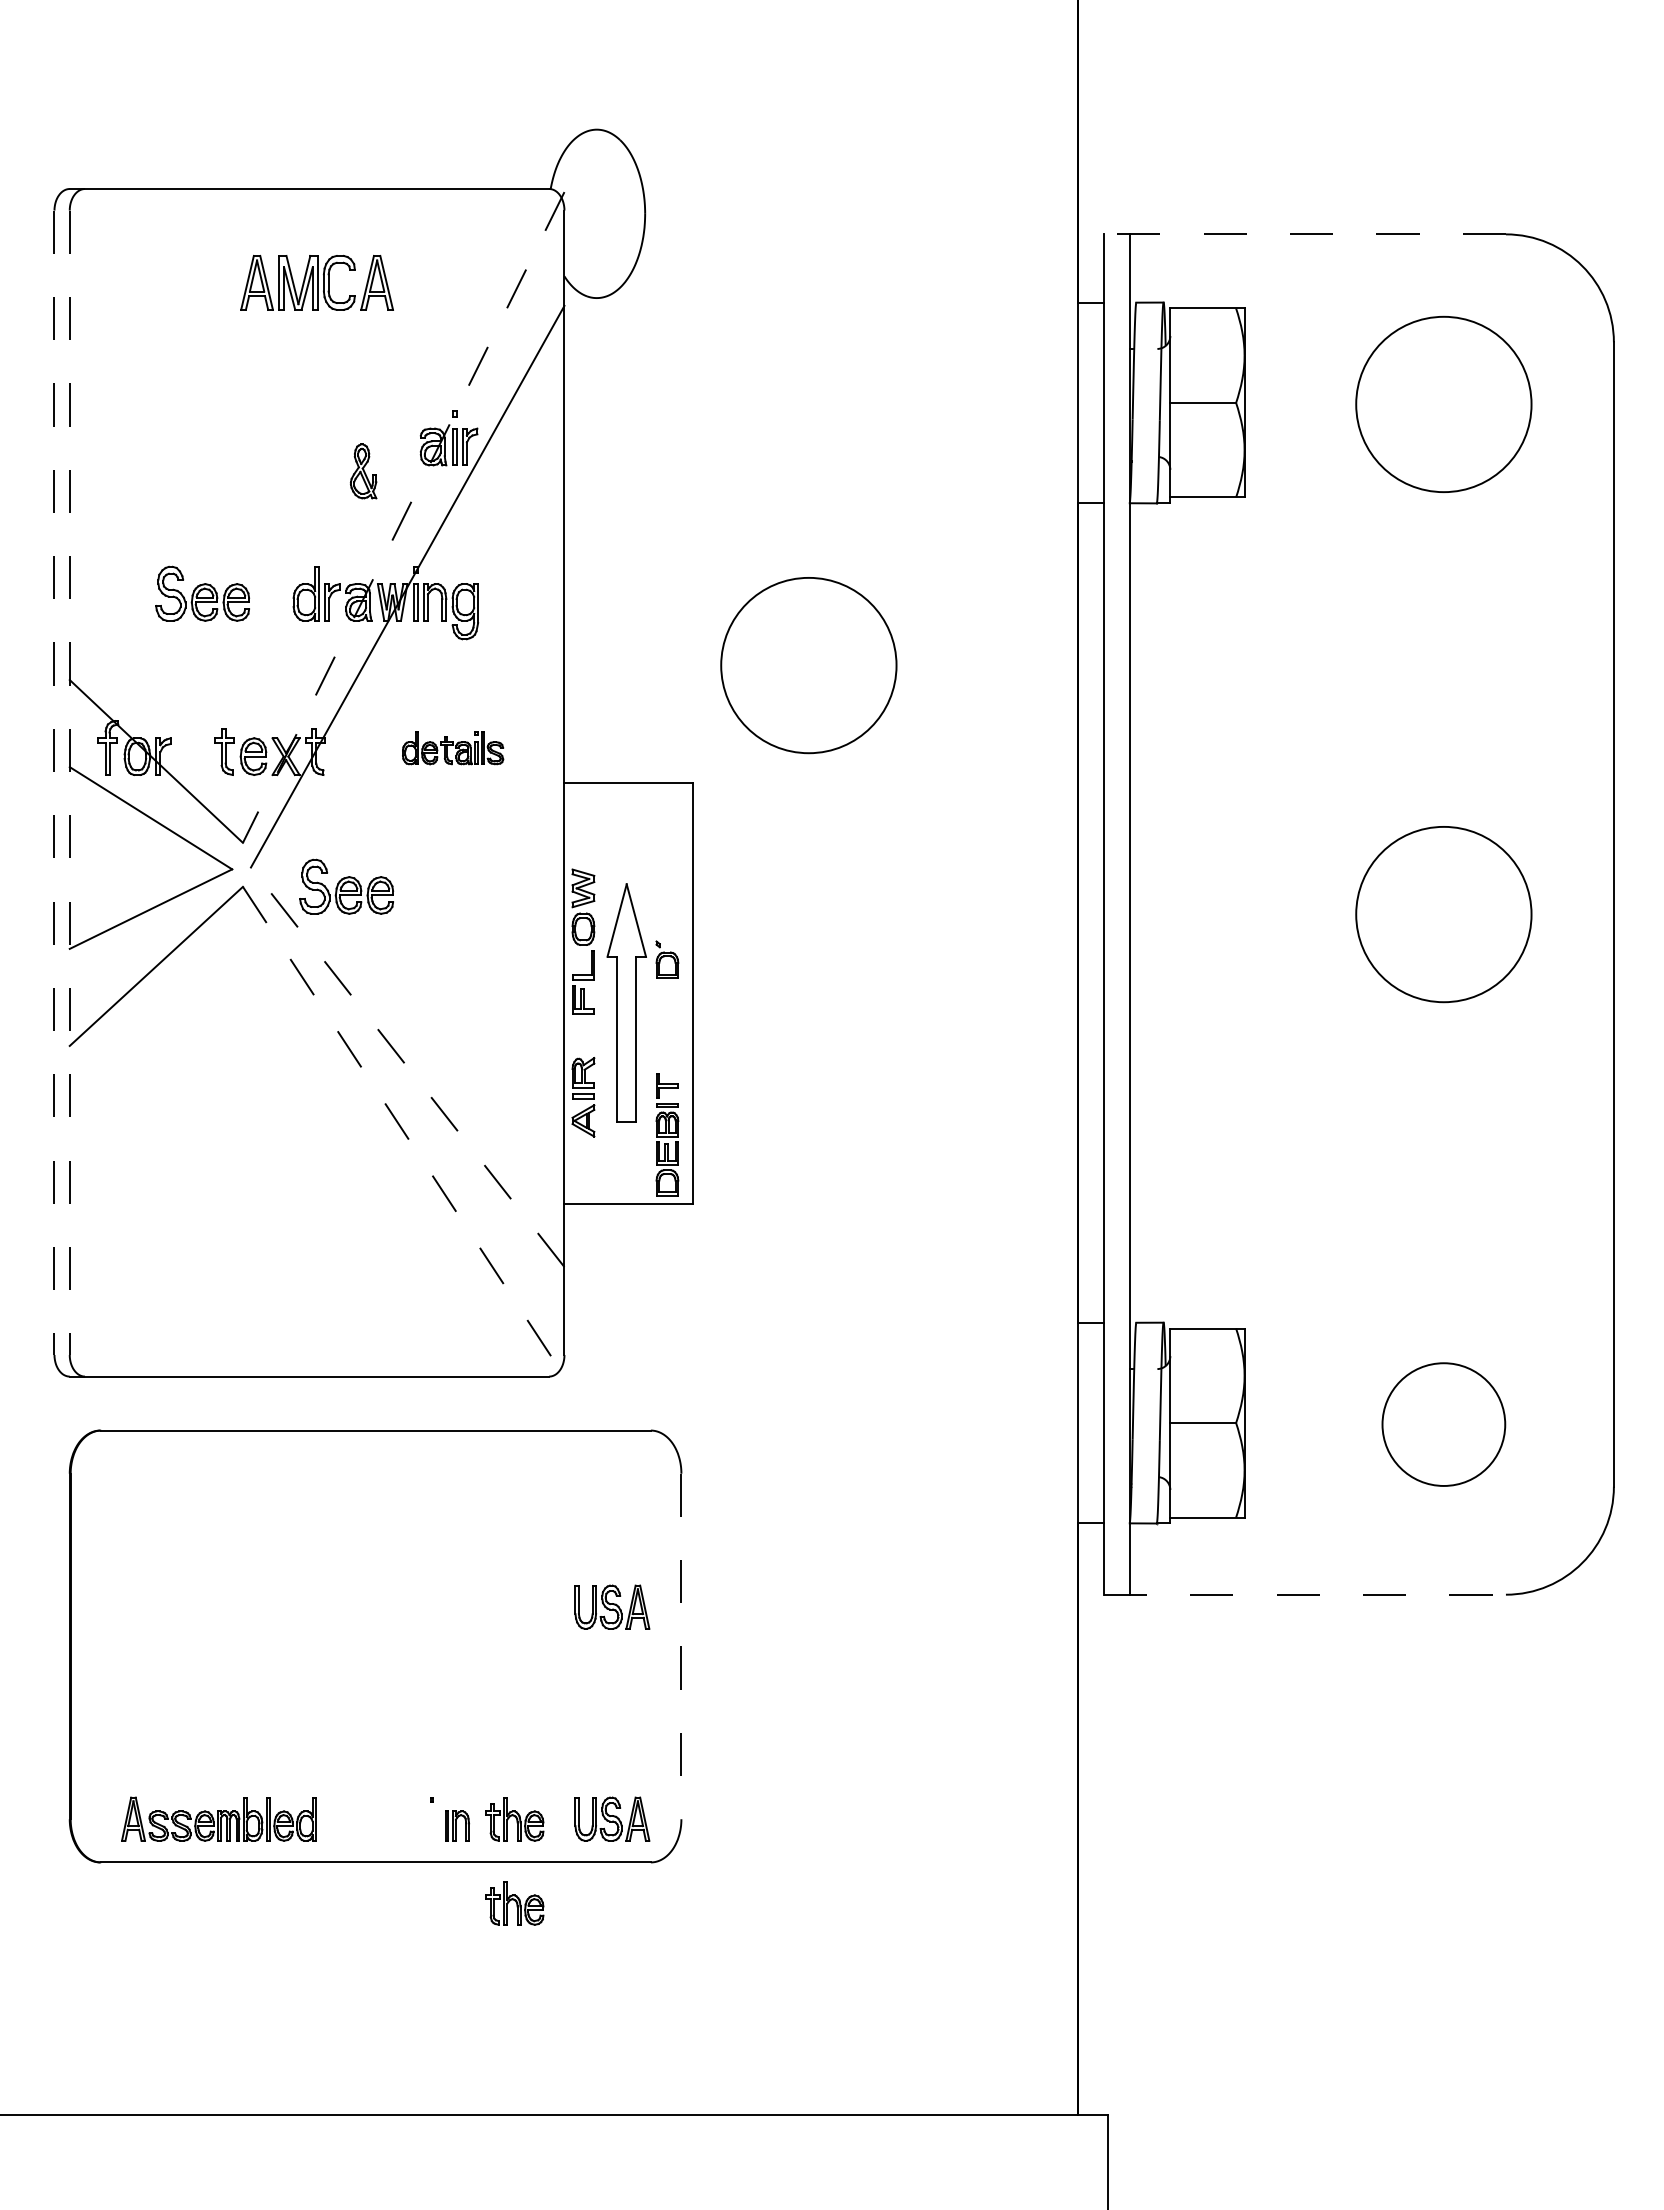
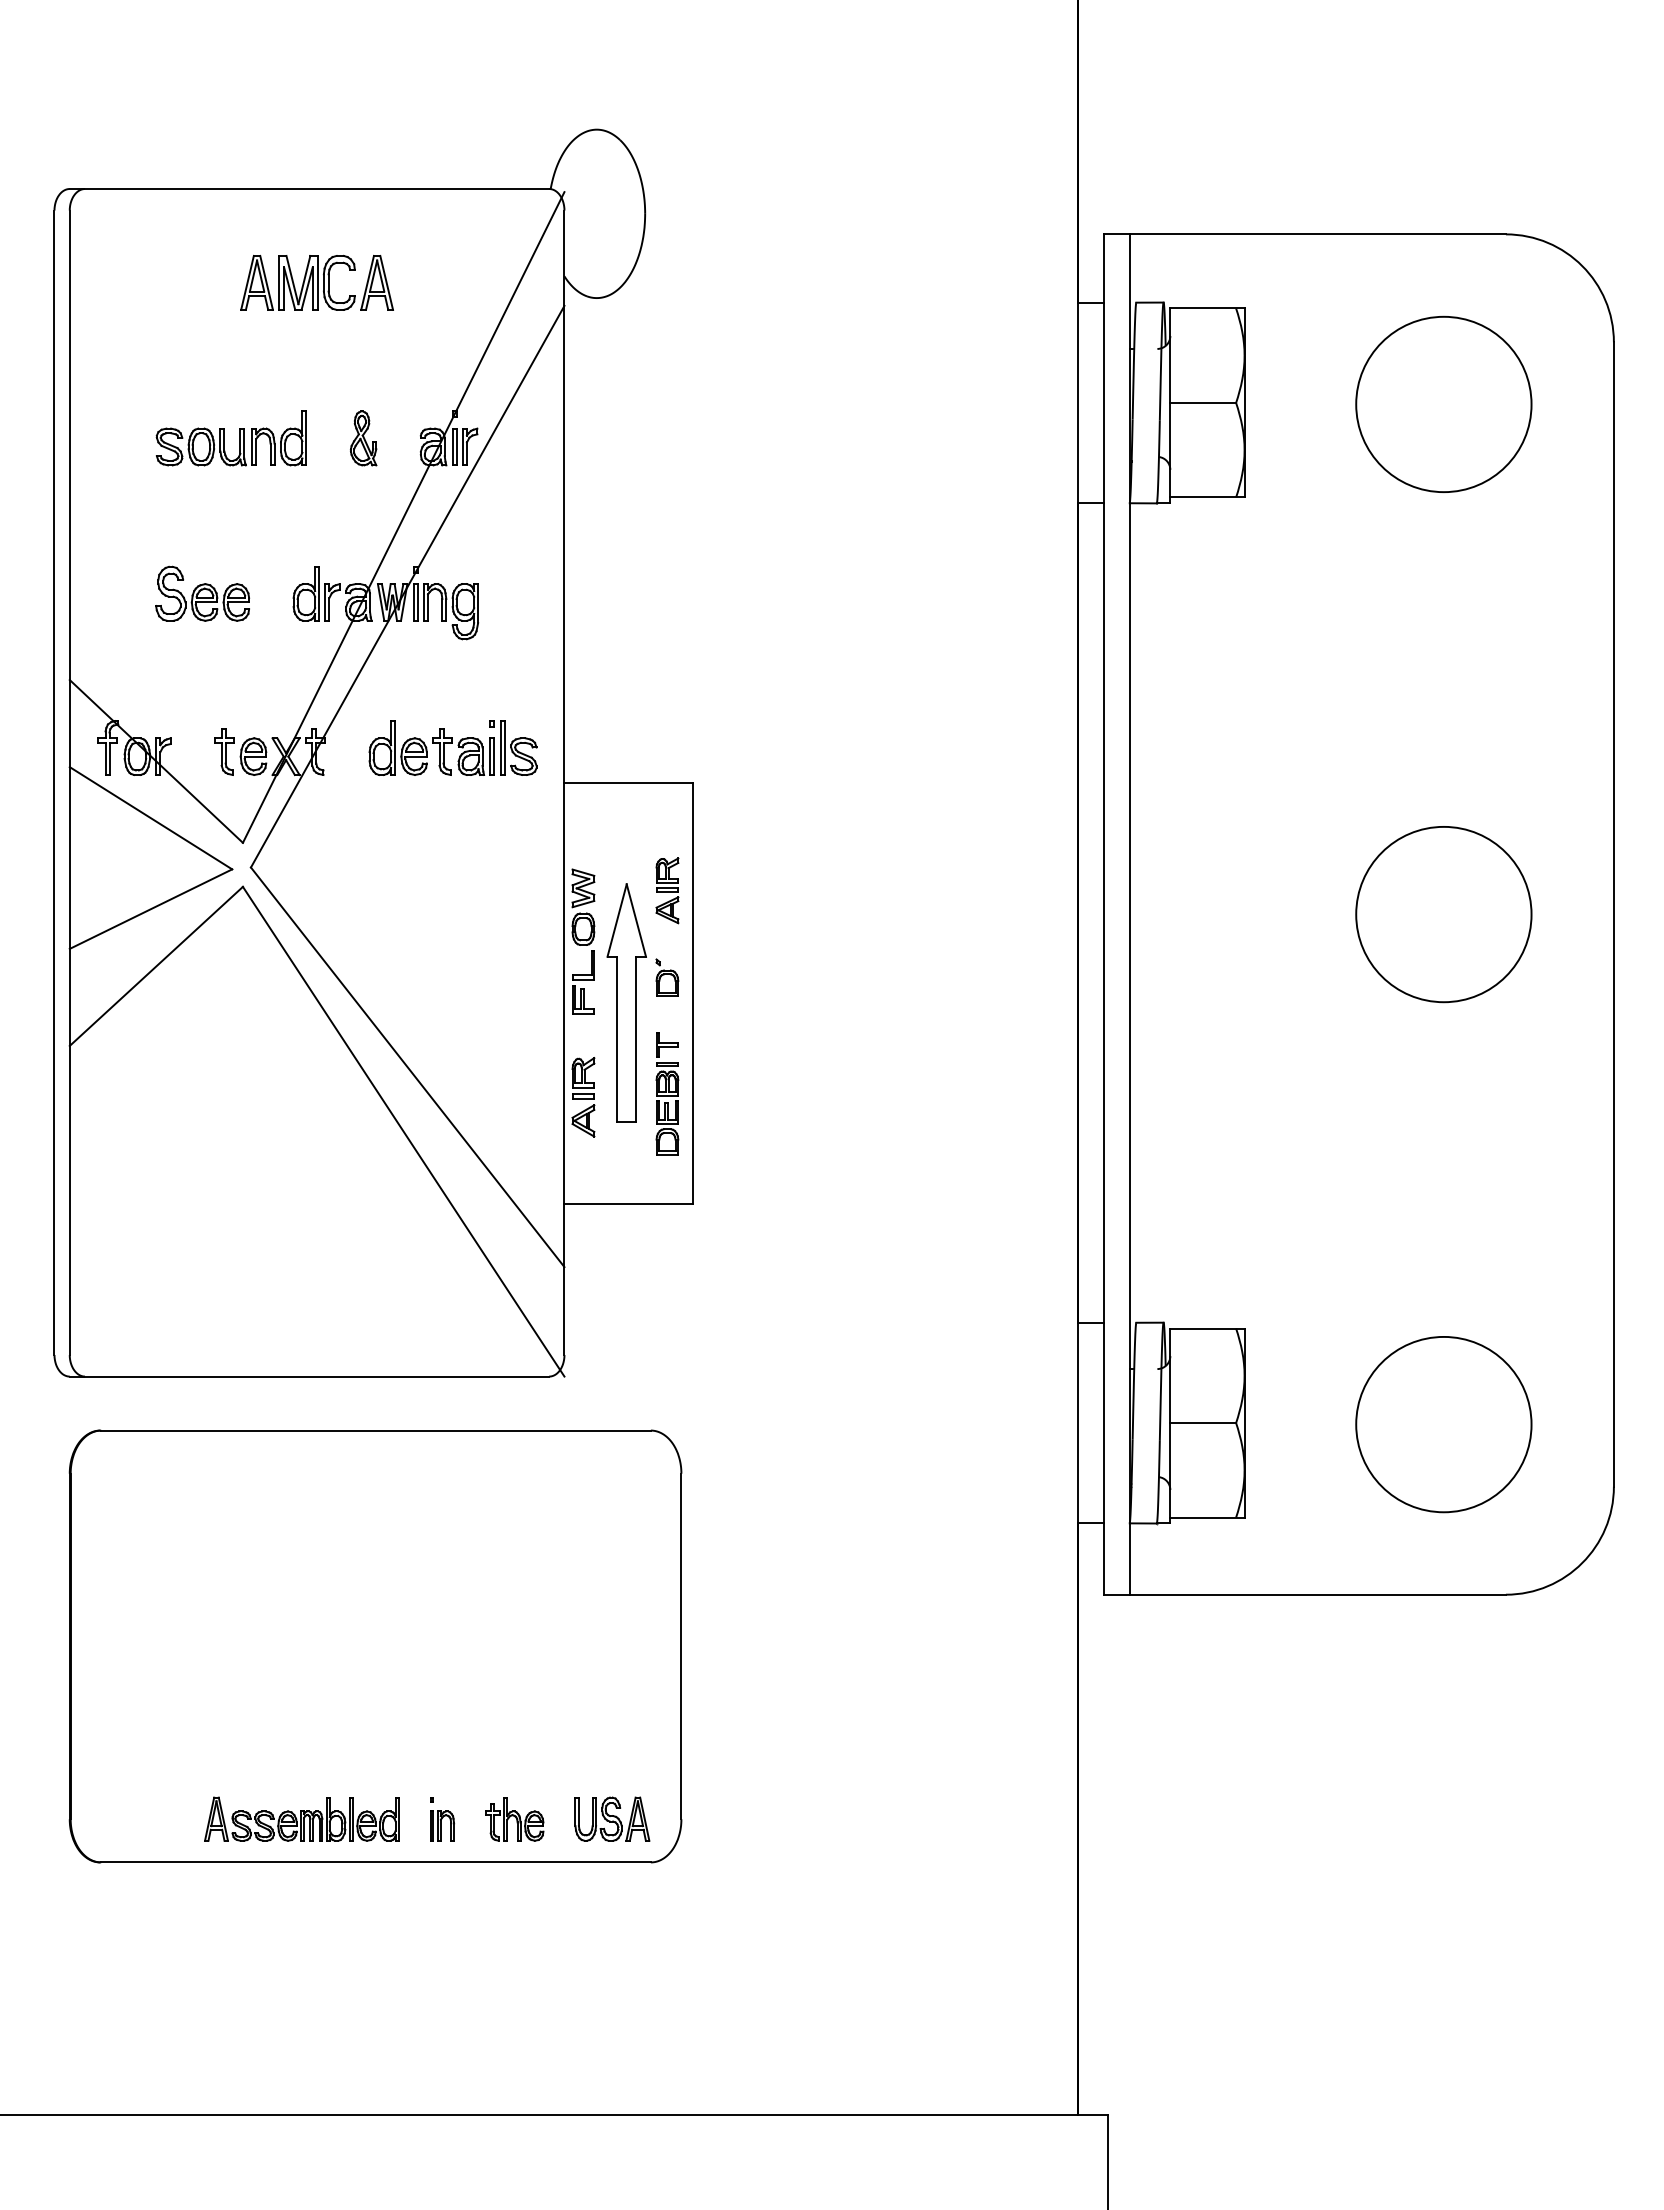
line at (1304, 234): dashed -> solid
part at (230, 438): none -> present
part at (363, 471) position: (363, 471) -> (363, 438)
line at (403, 517): dashed -> solid
circle at (808, 665): present -> none
part at (453, 748) size: 103x35 px -> 170x56 px
line at (54, 783): dashed -> solid
line at (69, 783): dashed -> solid
part at (346, 886): present -> none
part at (667, 890): none -> present
part at (667, 959) position: (667, 959) -> (667, 977)
line at (407, 1067): dashed -> solid
line at (403, 1131): dashed -> solid
part at (667, 1134) position: (667, 1134) -> (667, 1093)
circle at (1443, 1424) diameter: 123 px -> 175 px
line at (1305, 1594): dashed -> solid
part at (612, 1606): present -> none
line at (681, 1646): dashed -> solid
part at (218, 1818) position: (218, 1818) -> (301, 1818)
part at (457, 1825) position: (457, 1825) -> (442, 1825)
part at (514, 1903): present -> none
